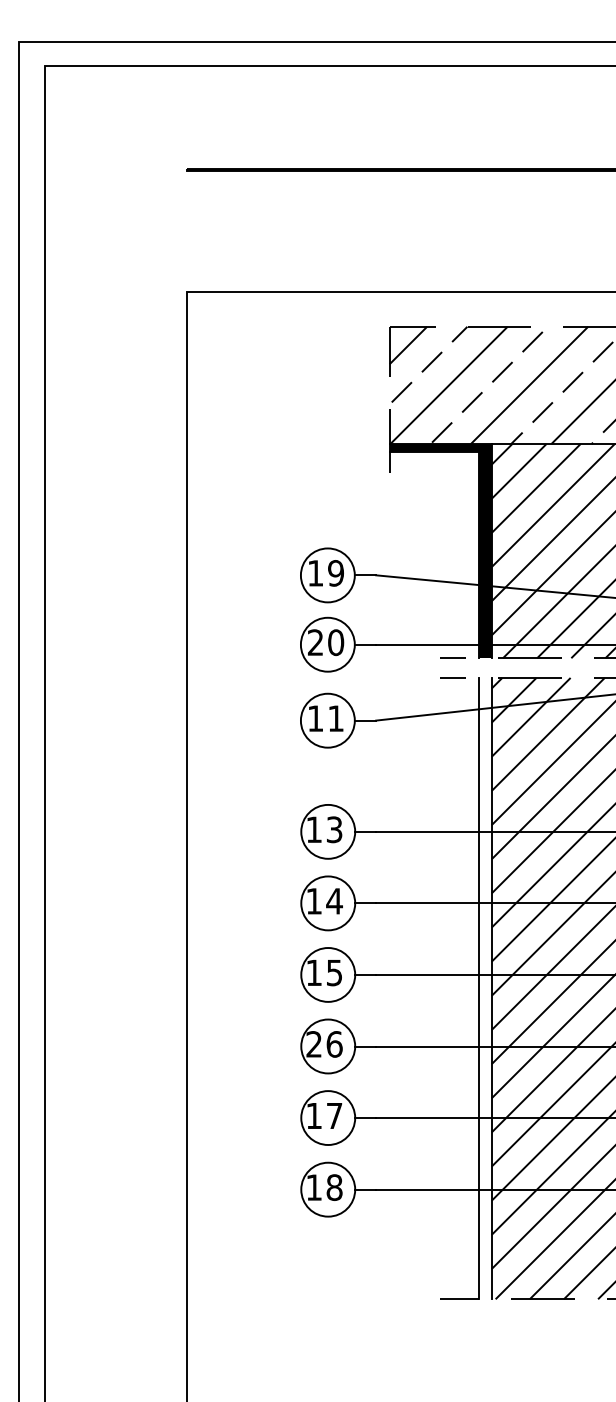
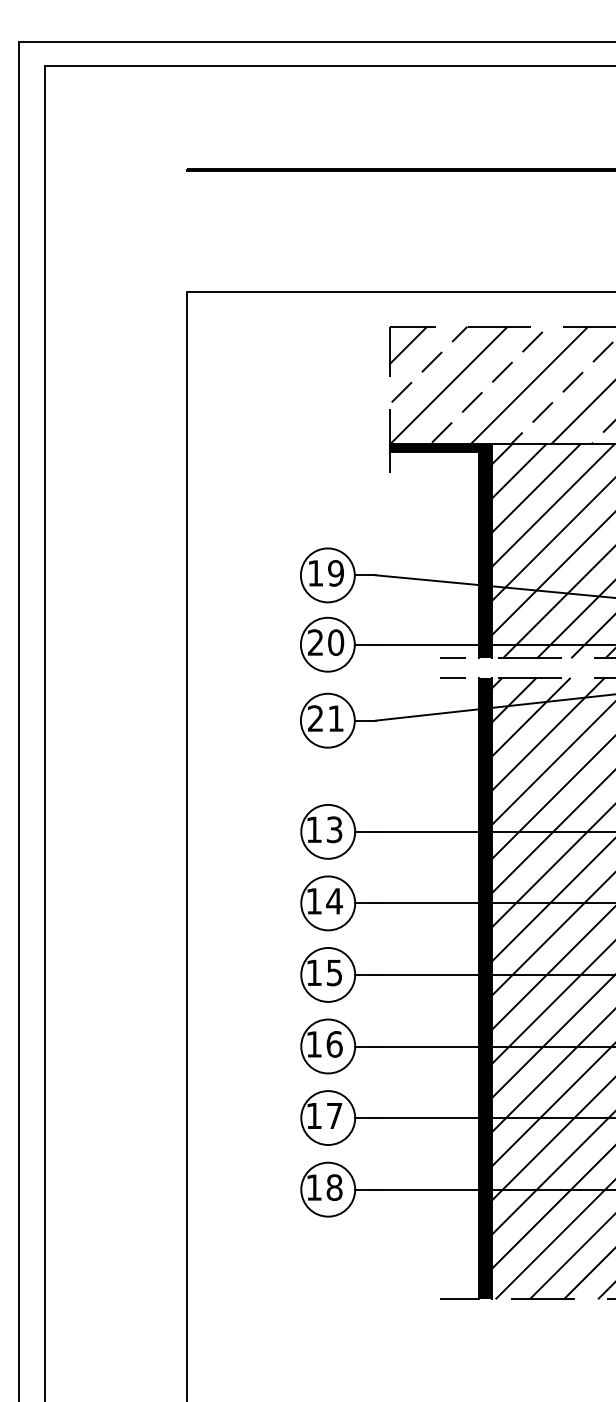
text at (315, 718): 11 -> 21
fill at (485, 988): none -> present
text at (313, 1044): 26 -> 16
